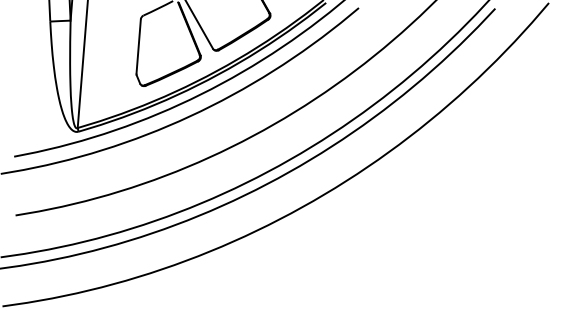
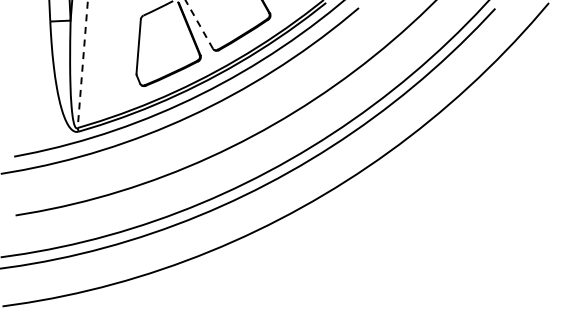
line at (199, 24): solid -> dashed
line at (82, 64): solid -> dashed
